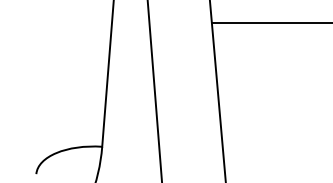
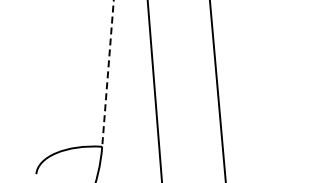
line at (270, 23): present -> none
line at (107, 74): solid -> dashed
